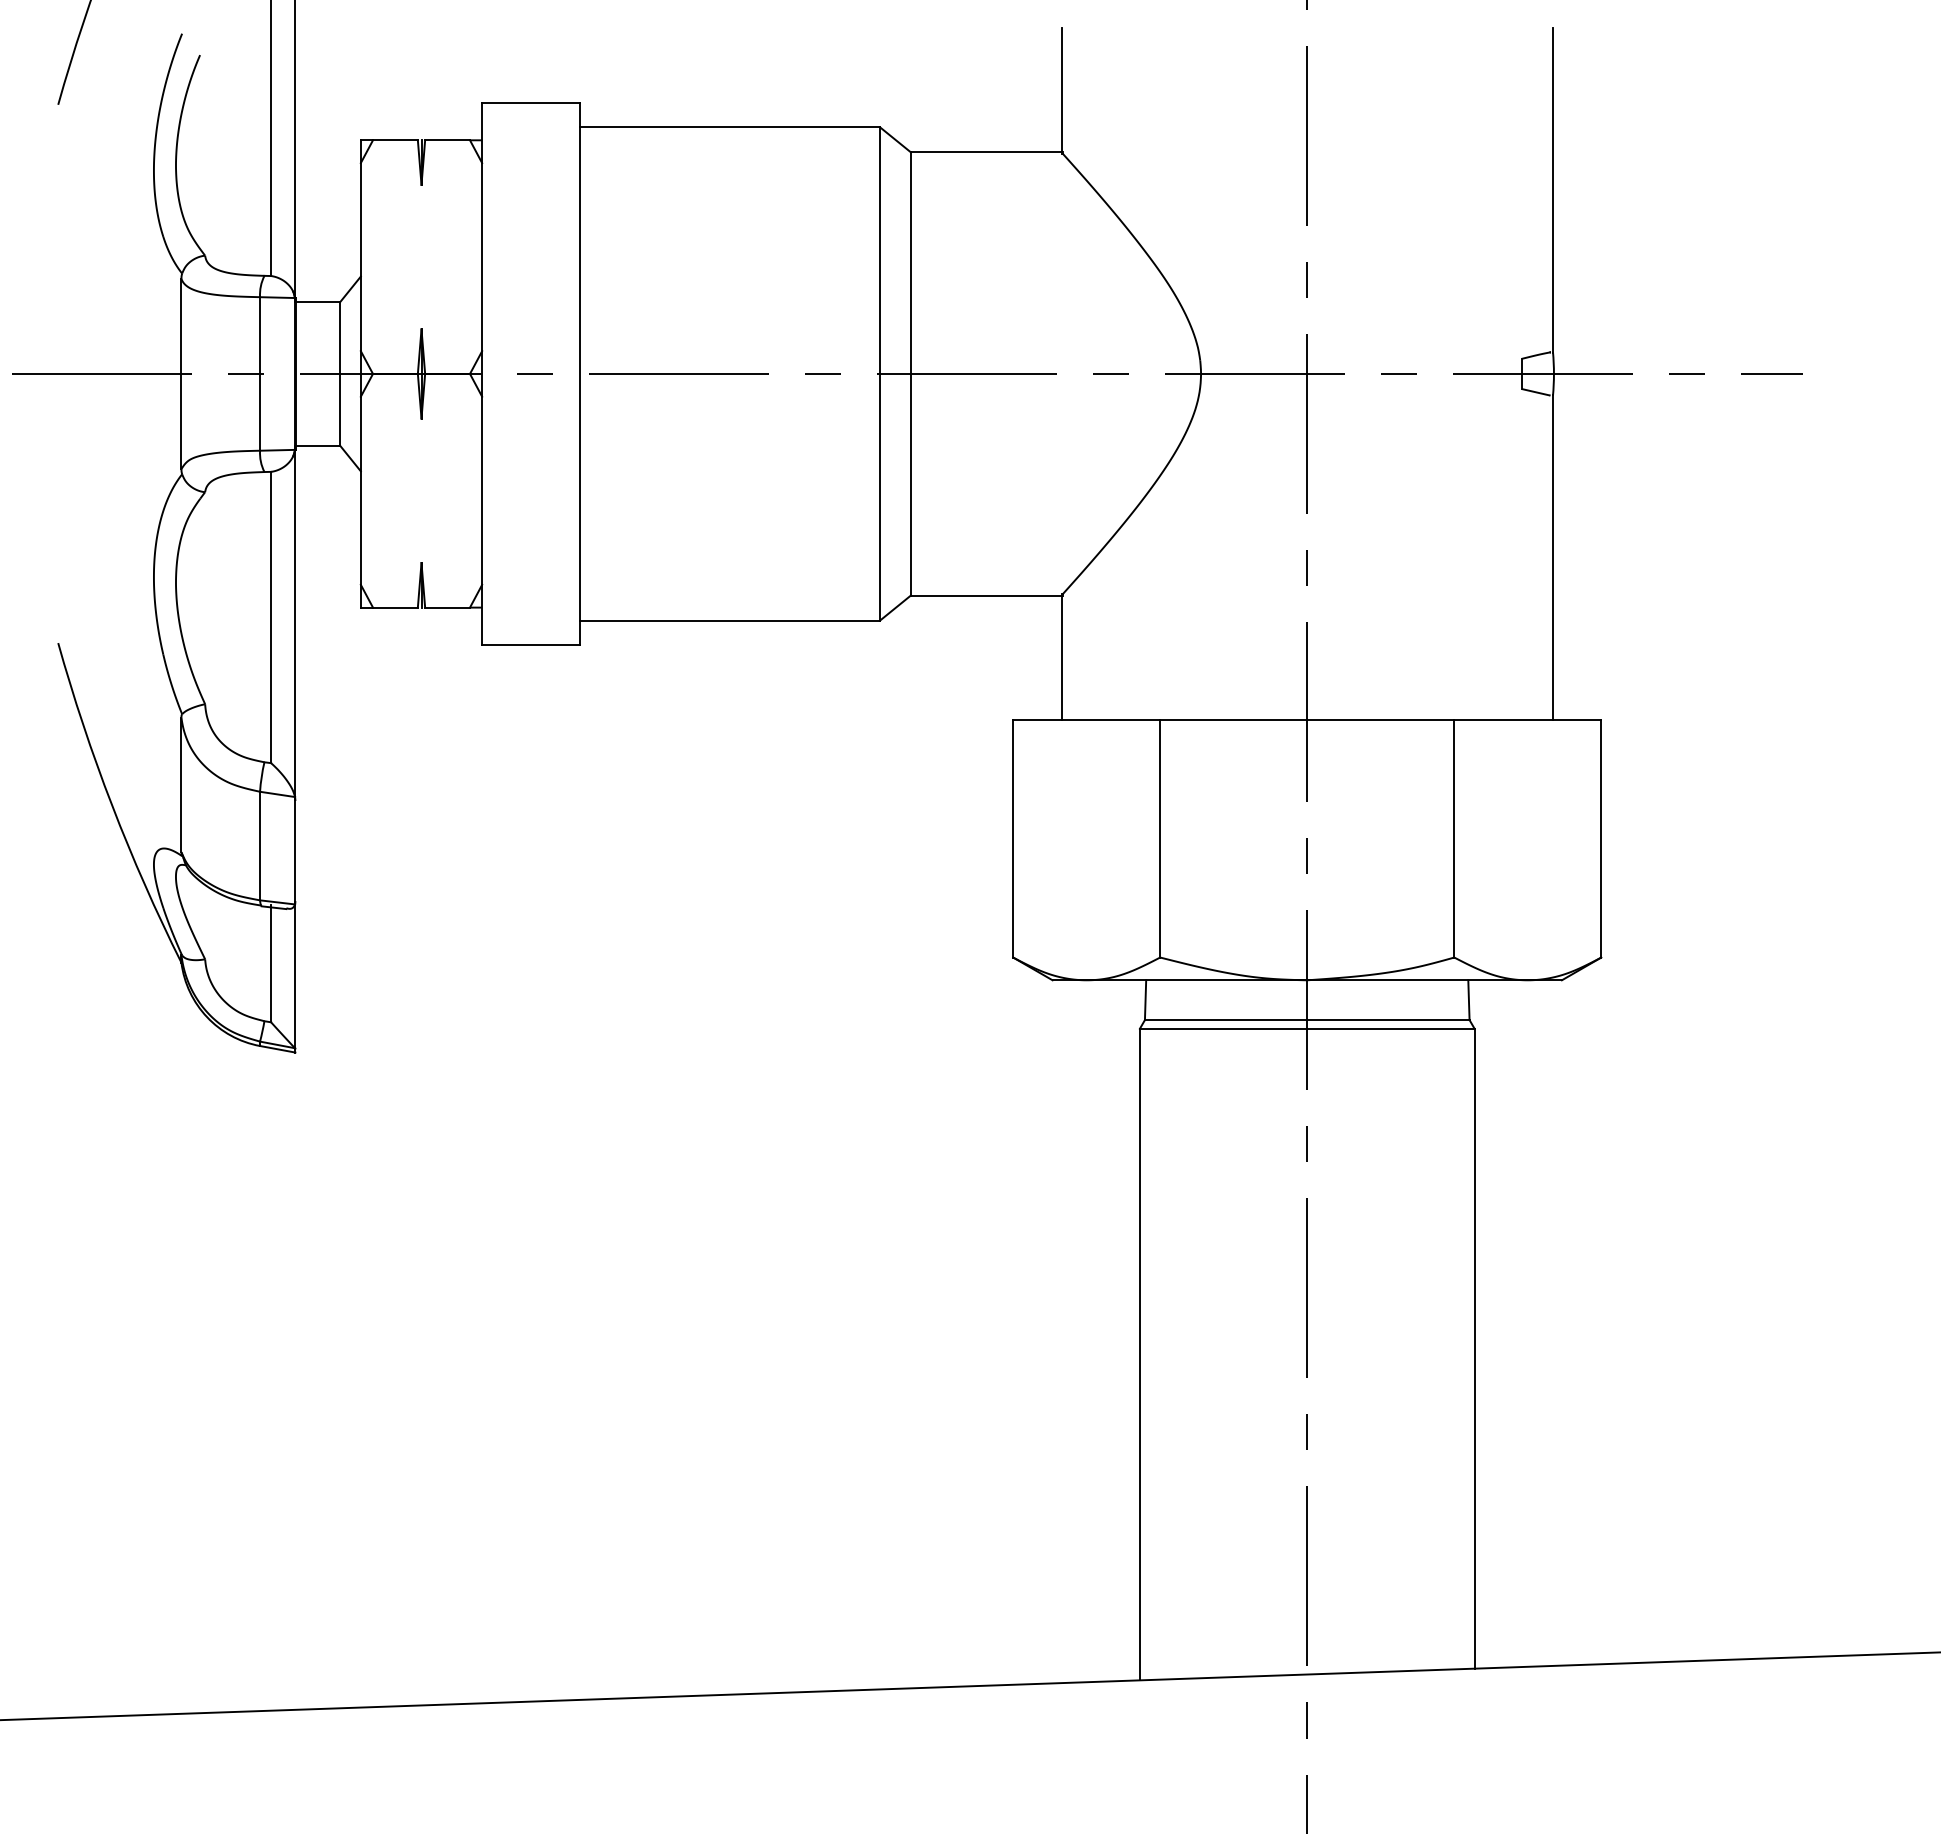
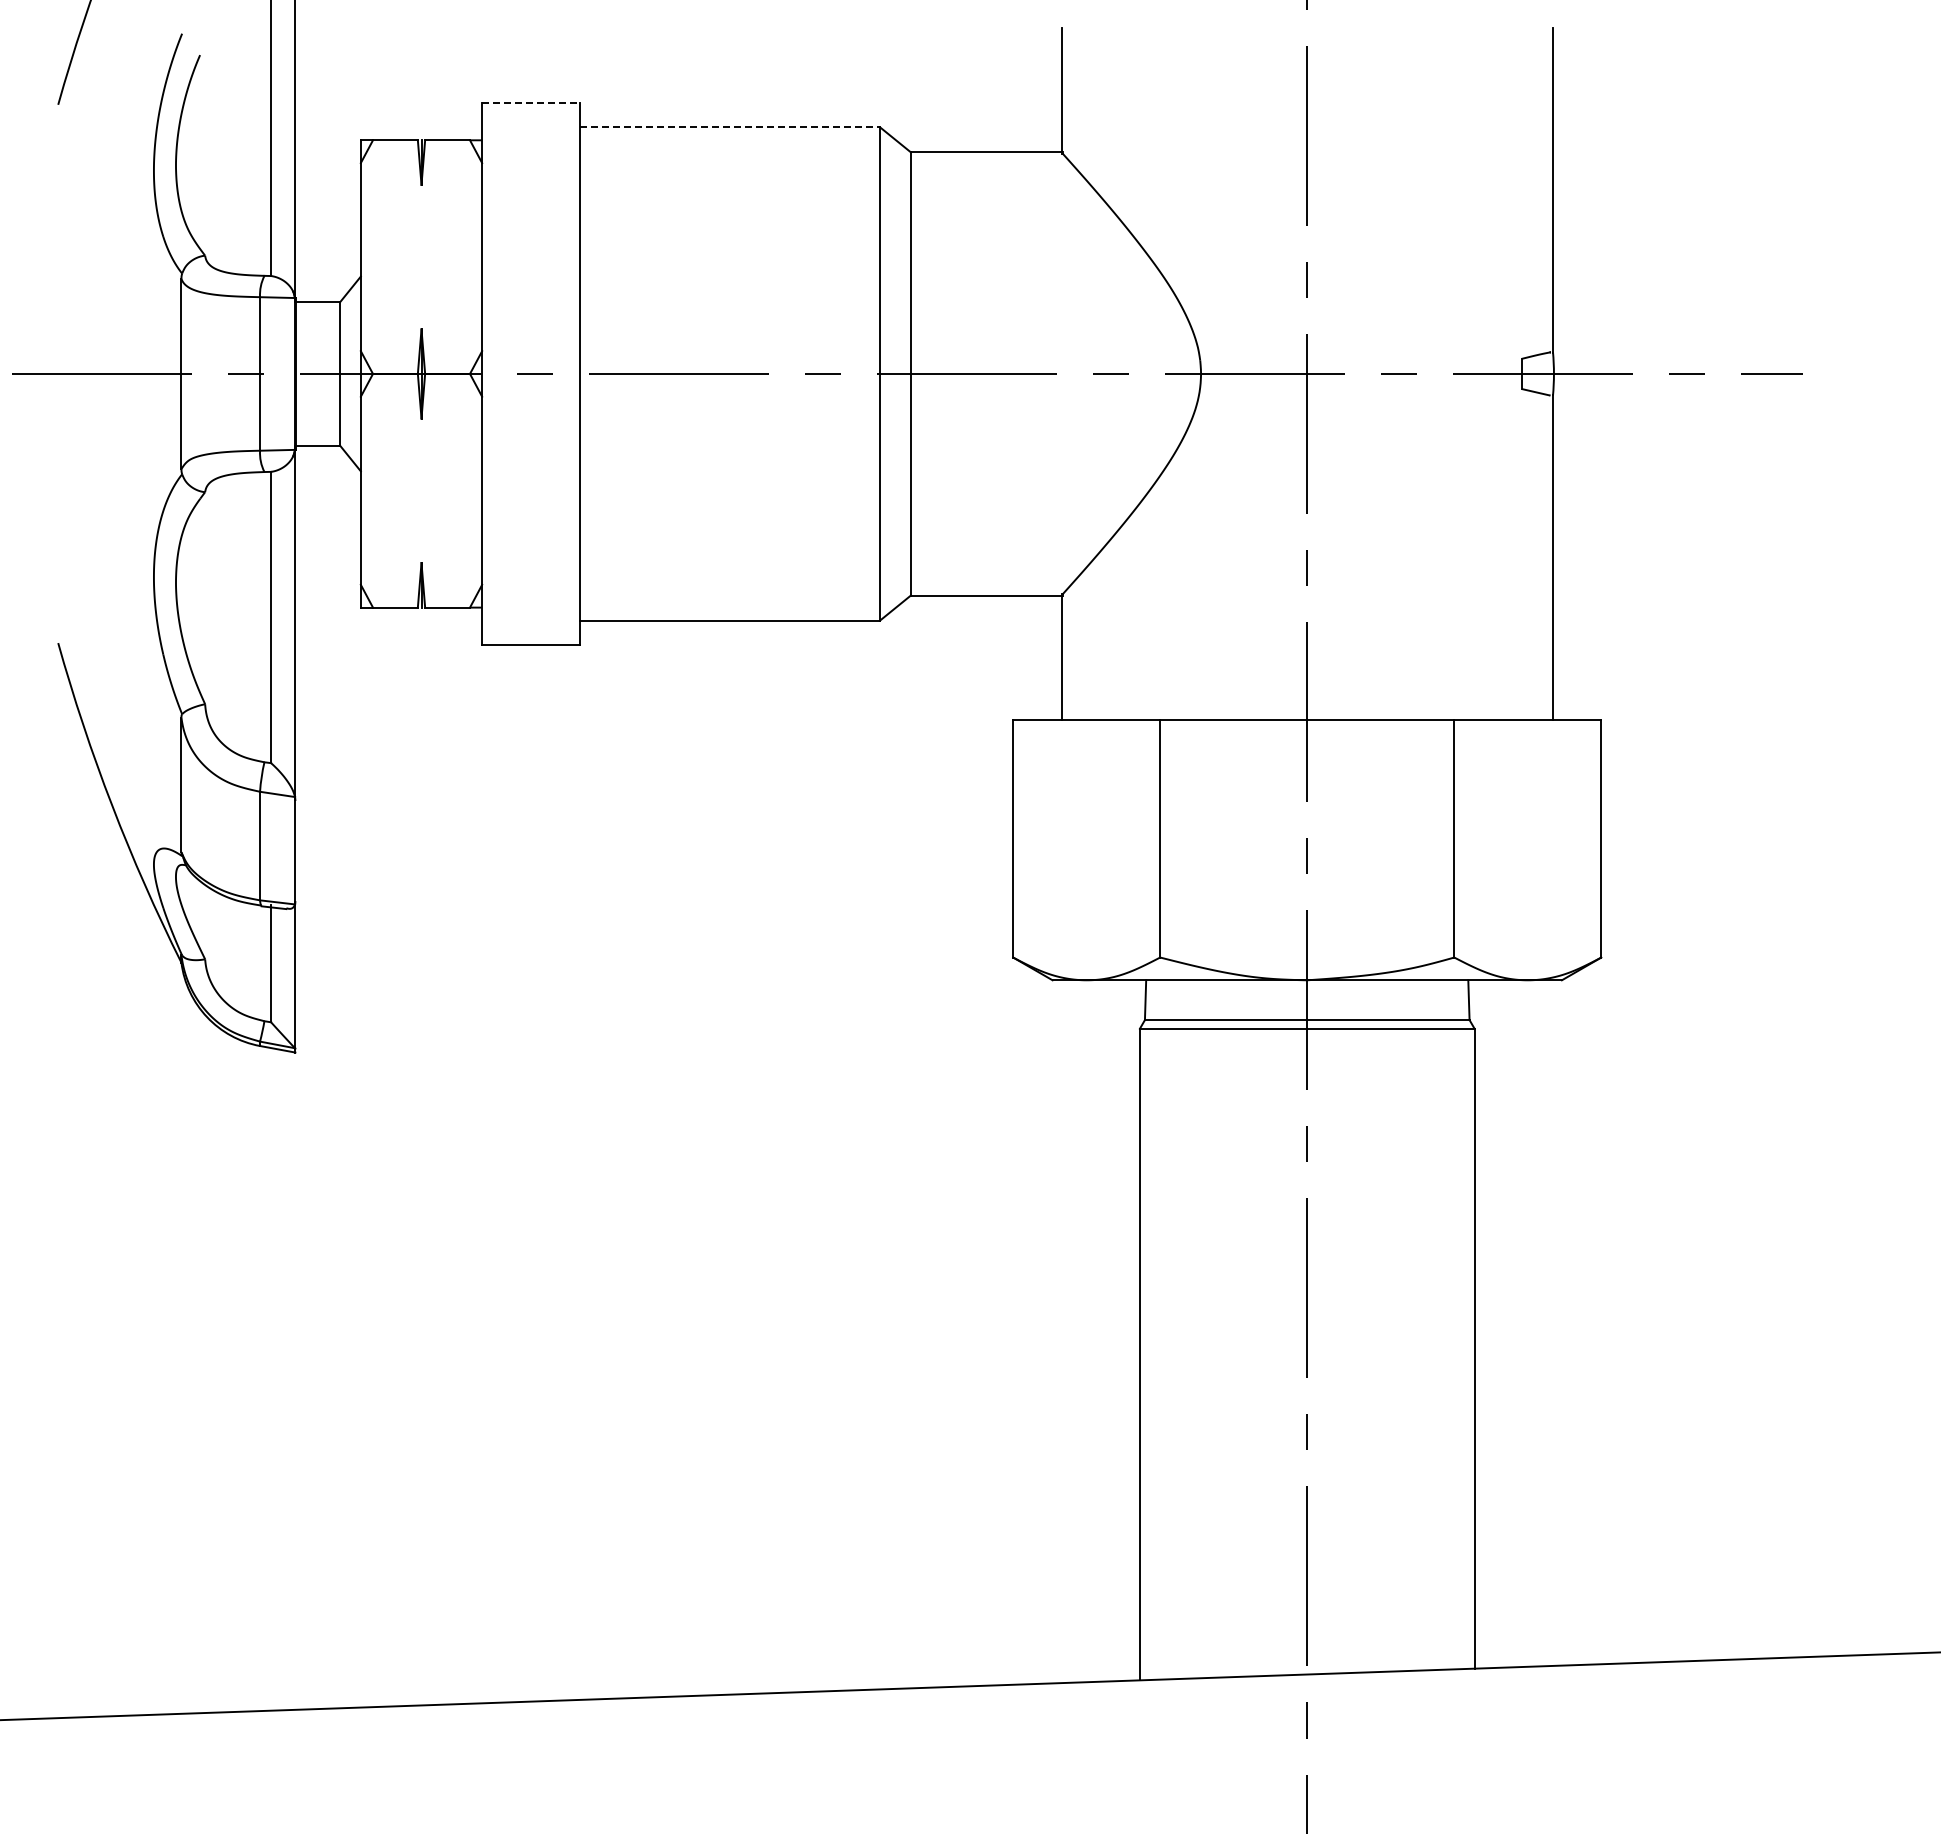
line at (531, 103): solid -> dashed
line at (730, 127): solid -> dashed
